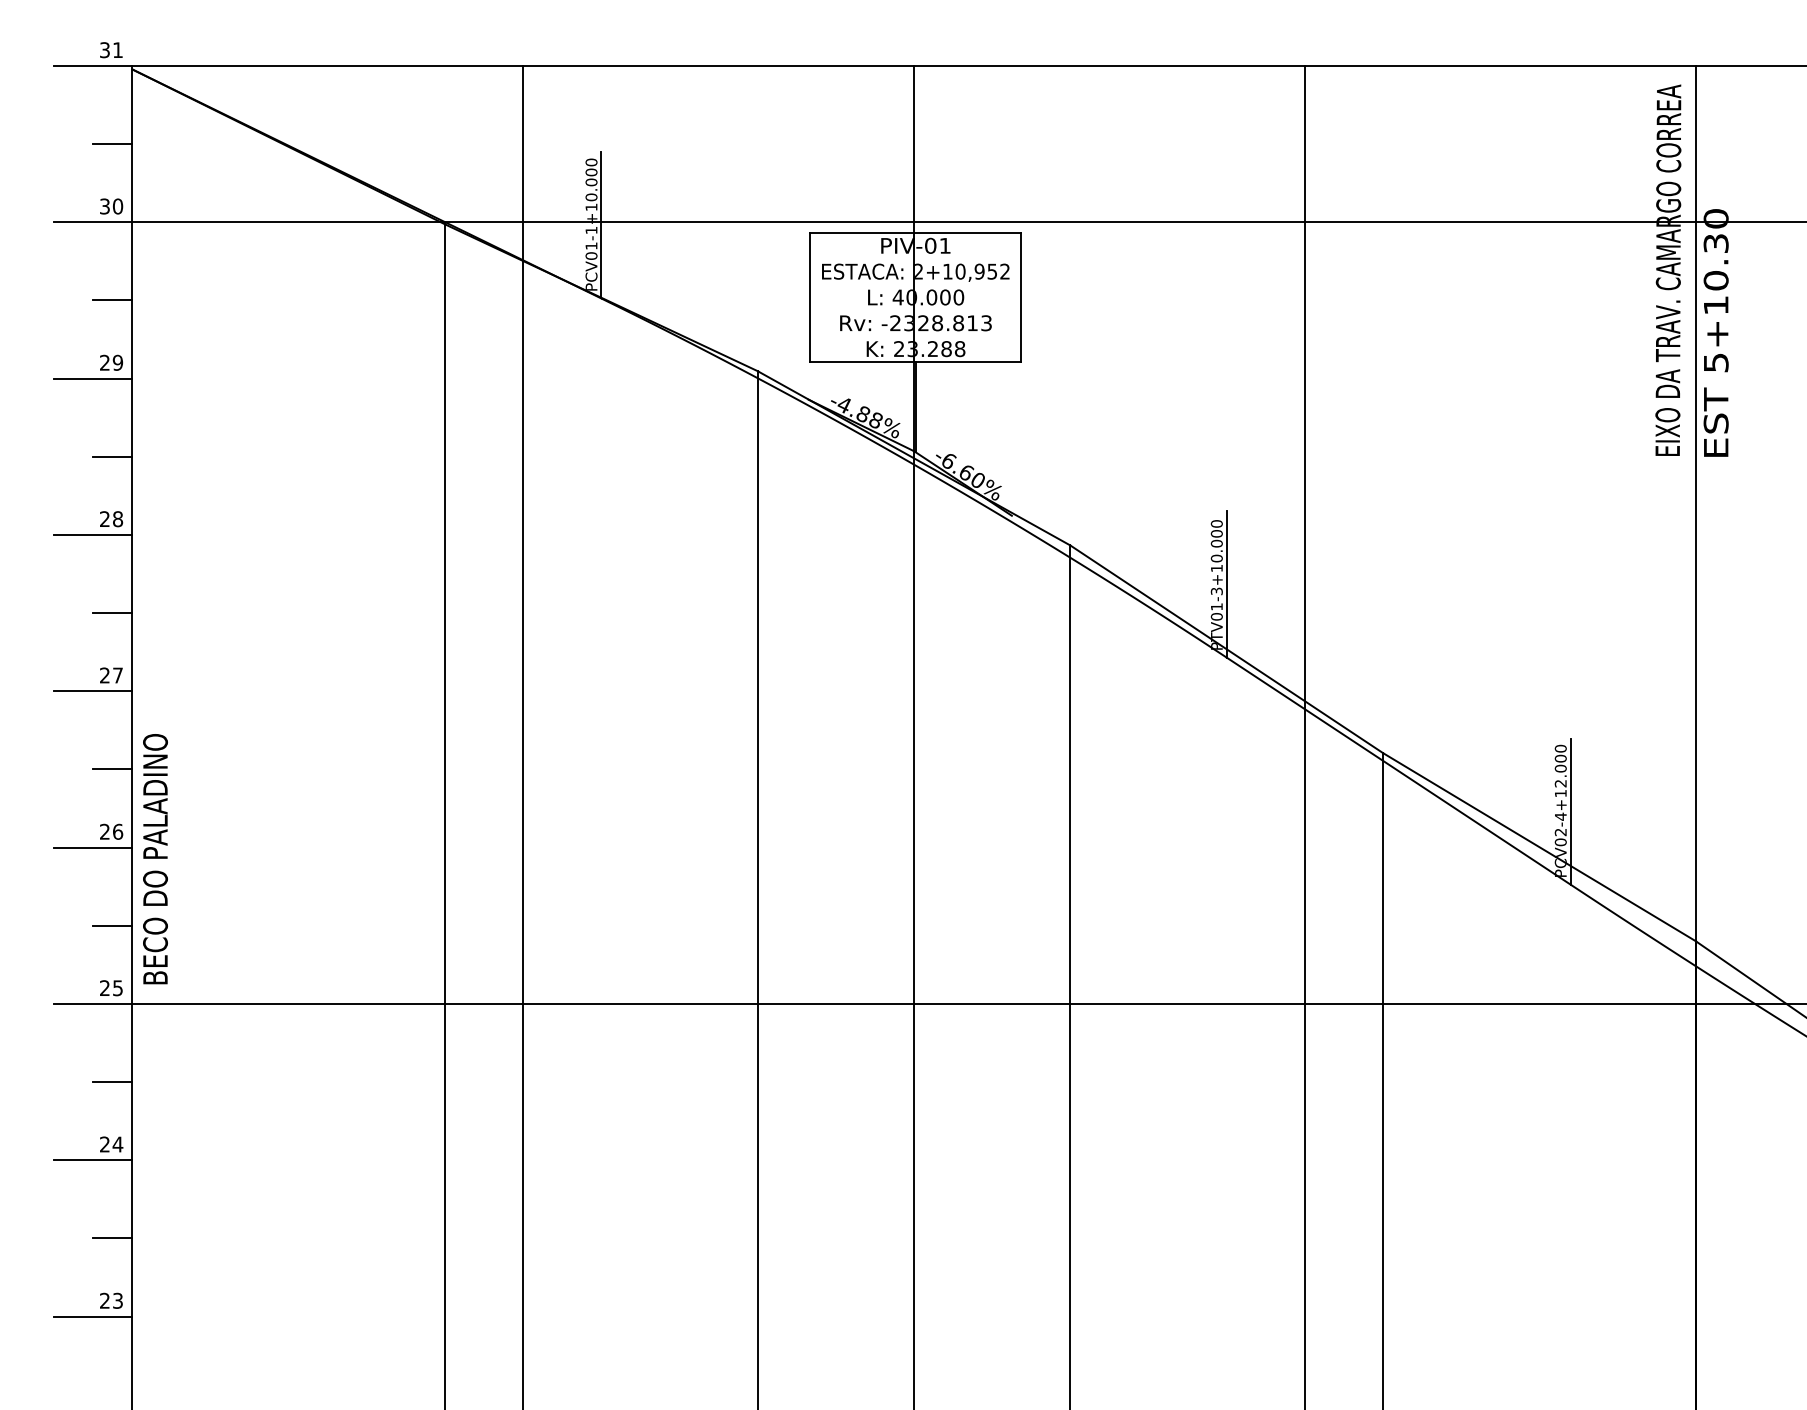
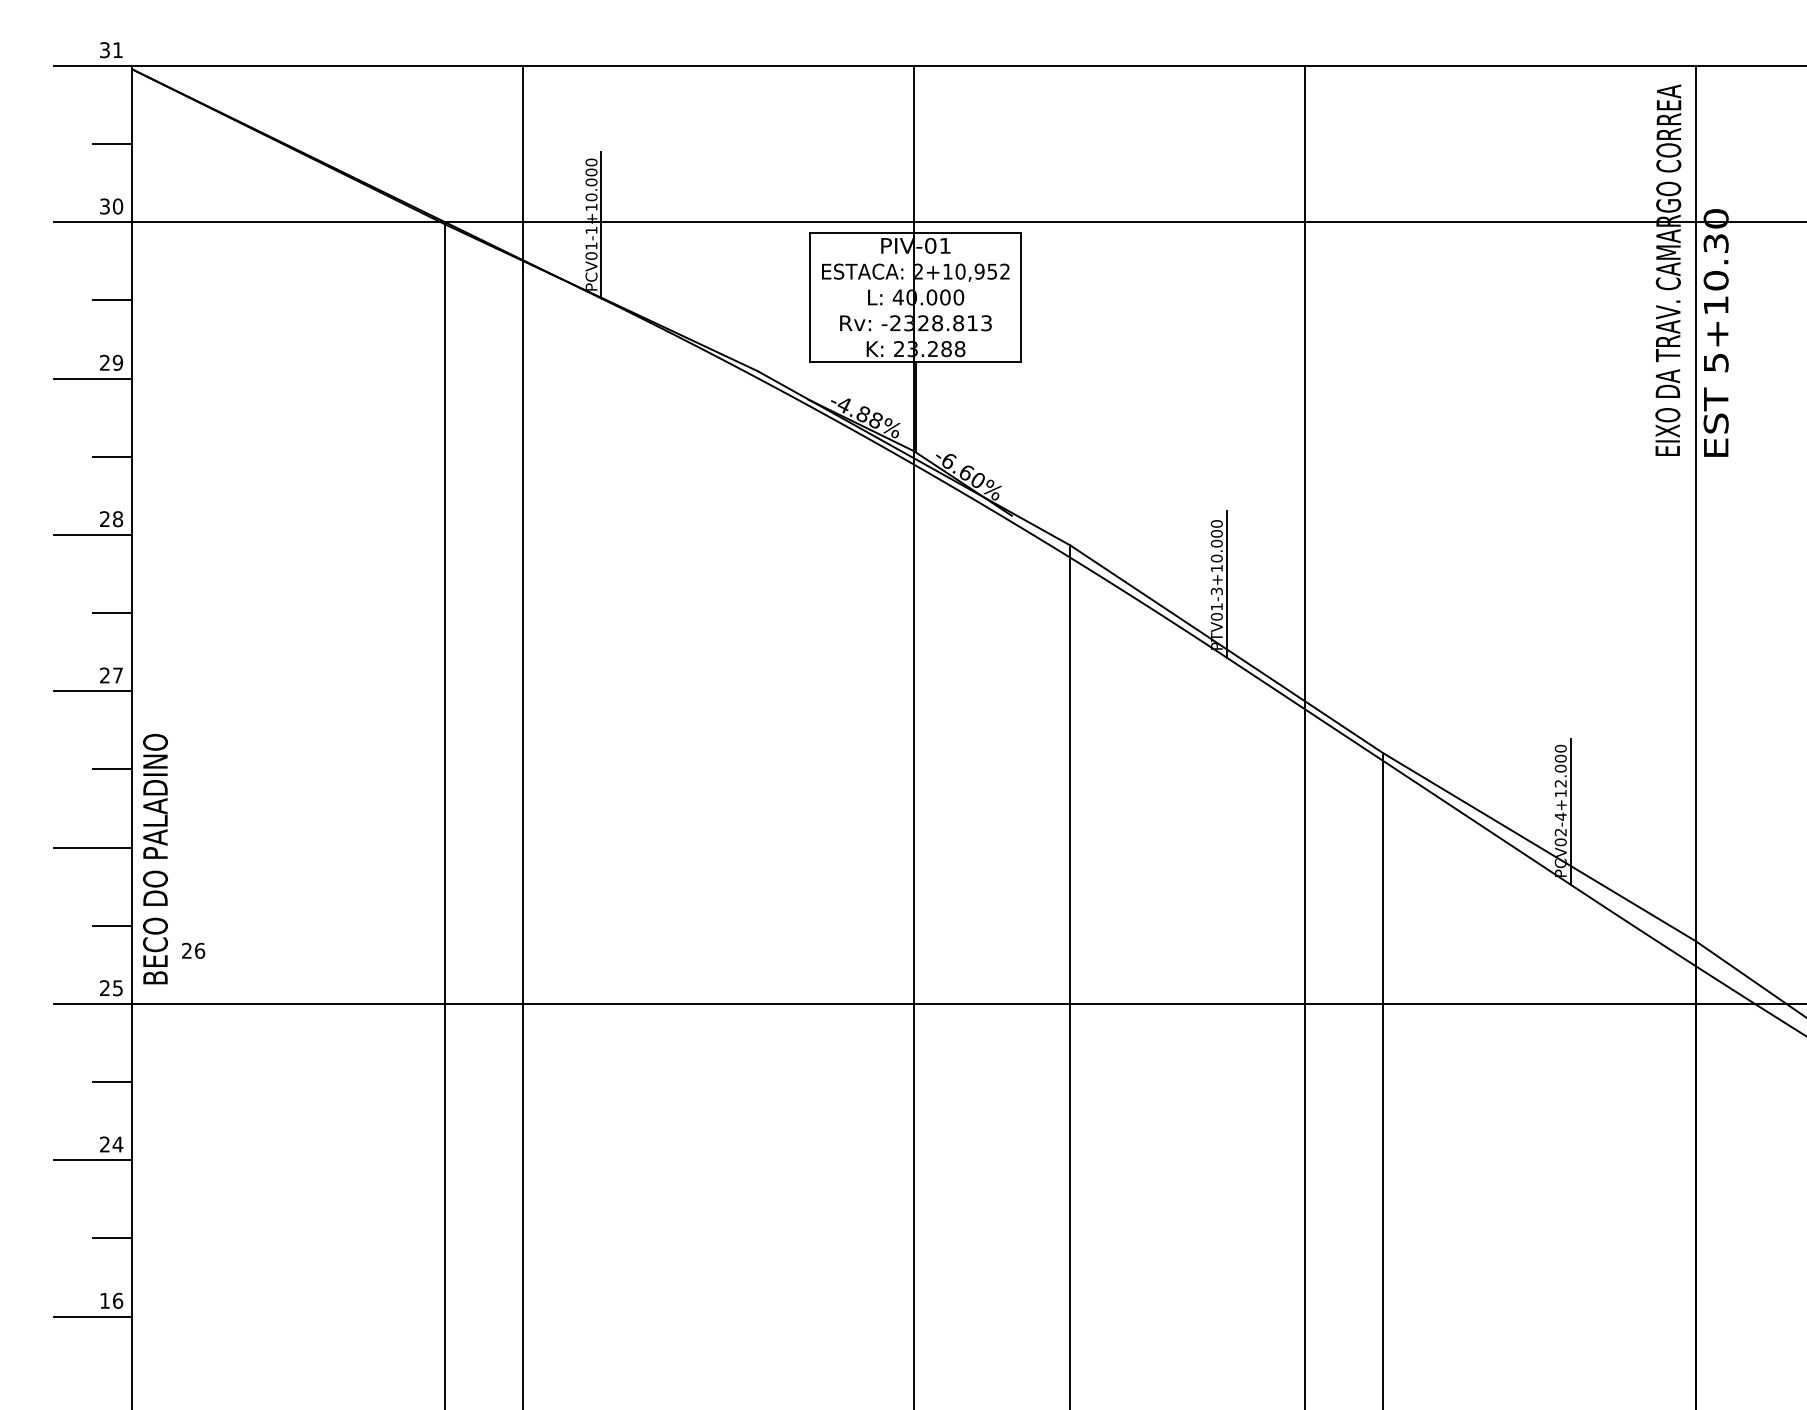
text at (111, 831) position: (111, 831) -> (193, 950)
line at (757, 888): present -> none
text at (111, 1300): 23 -> 16
